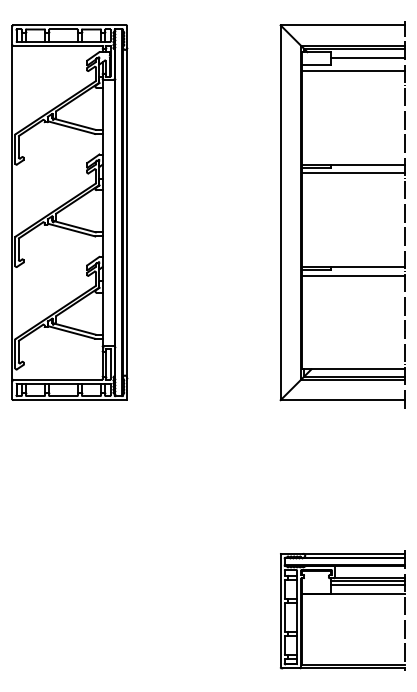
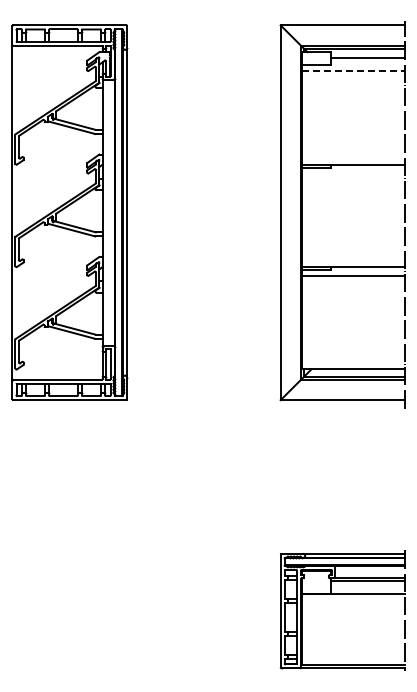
line at (353, 71): solid -> dashed
line at (353, 173): present -> none
line at (367, 584): present -> none
